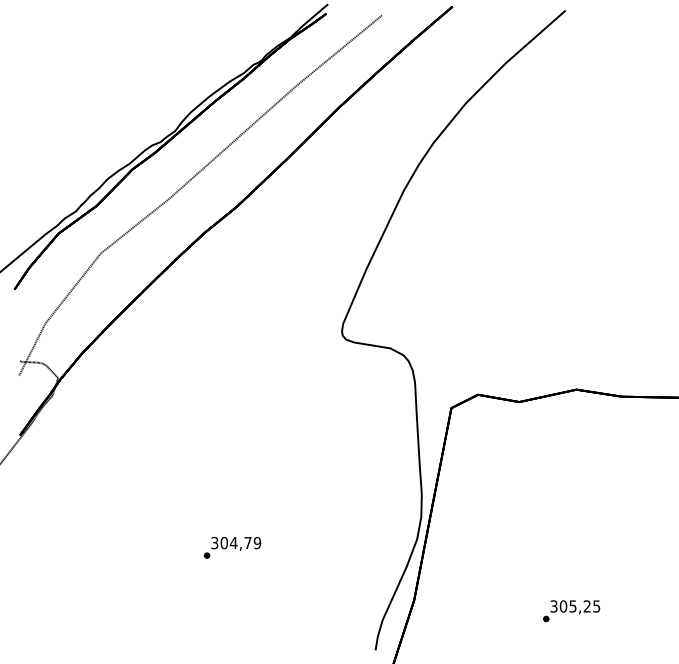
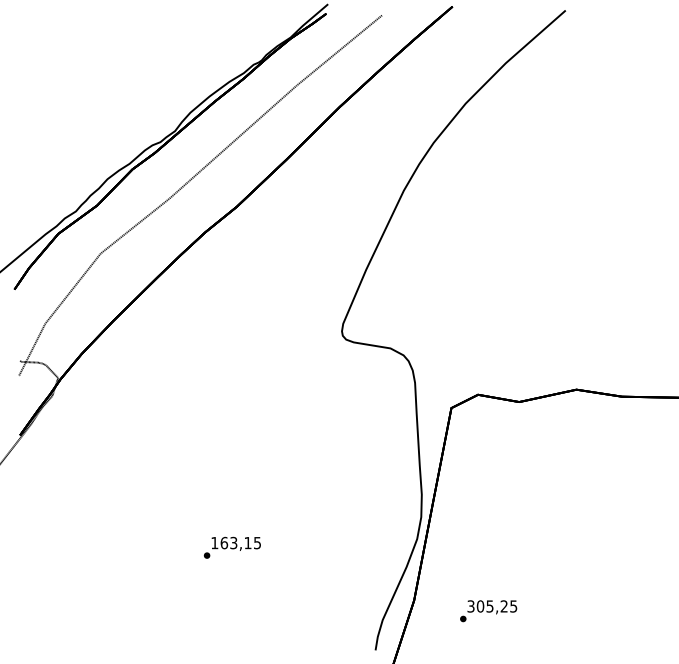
text at (236, 542): 304,79 -> 163,15
text at (571, 611) position: (571, 611) -> (488, 611)
